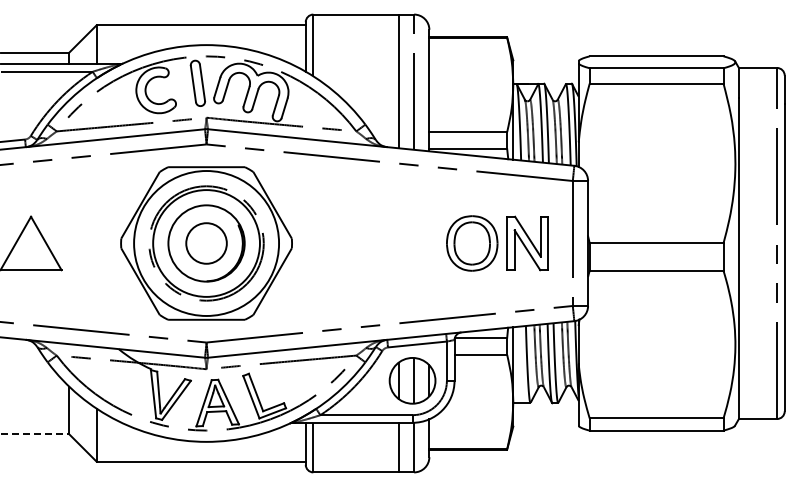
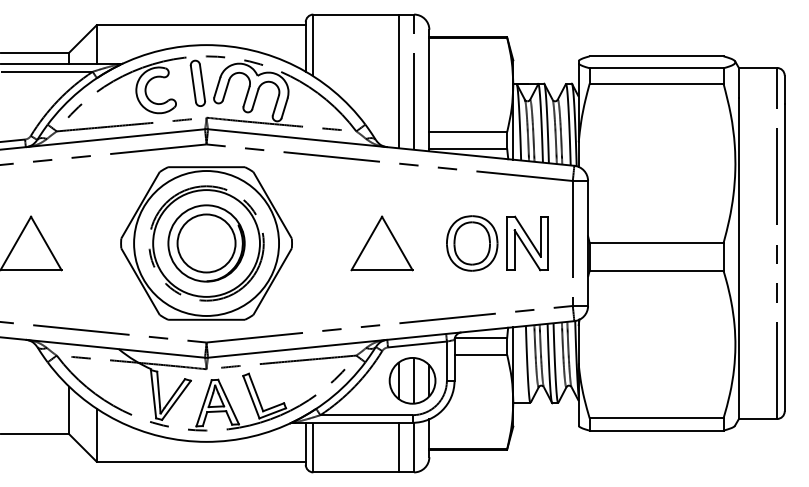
circle at (206, 243) diameter: 41 px -> 58 px
part at (381, 243): none -> present
line at (35, 434): dashed -> solid
